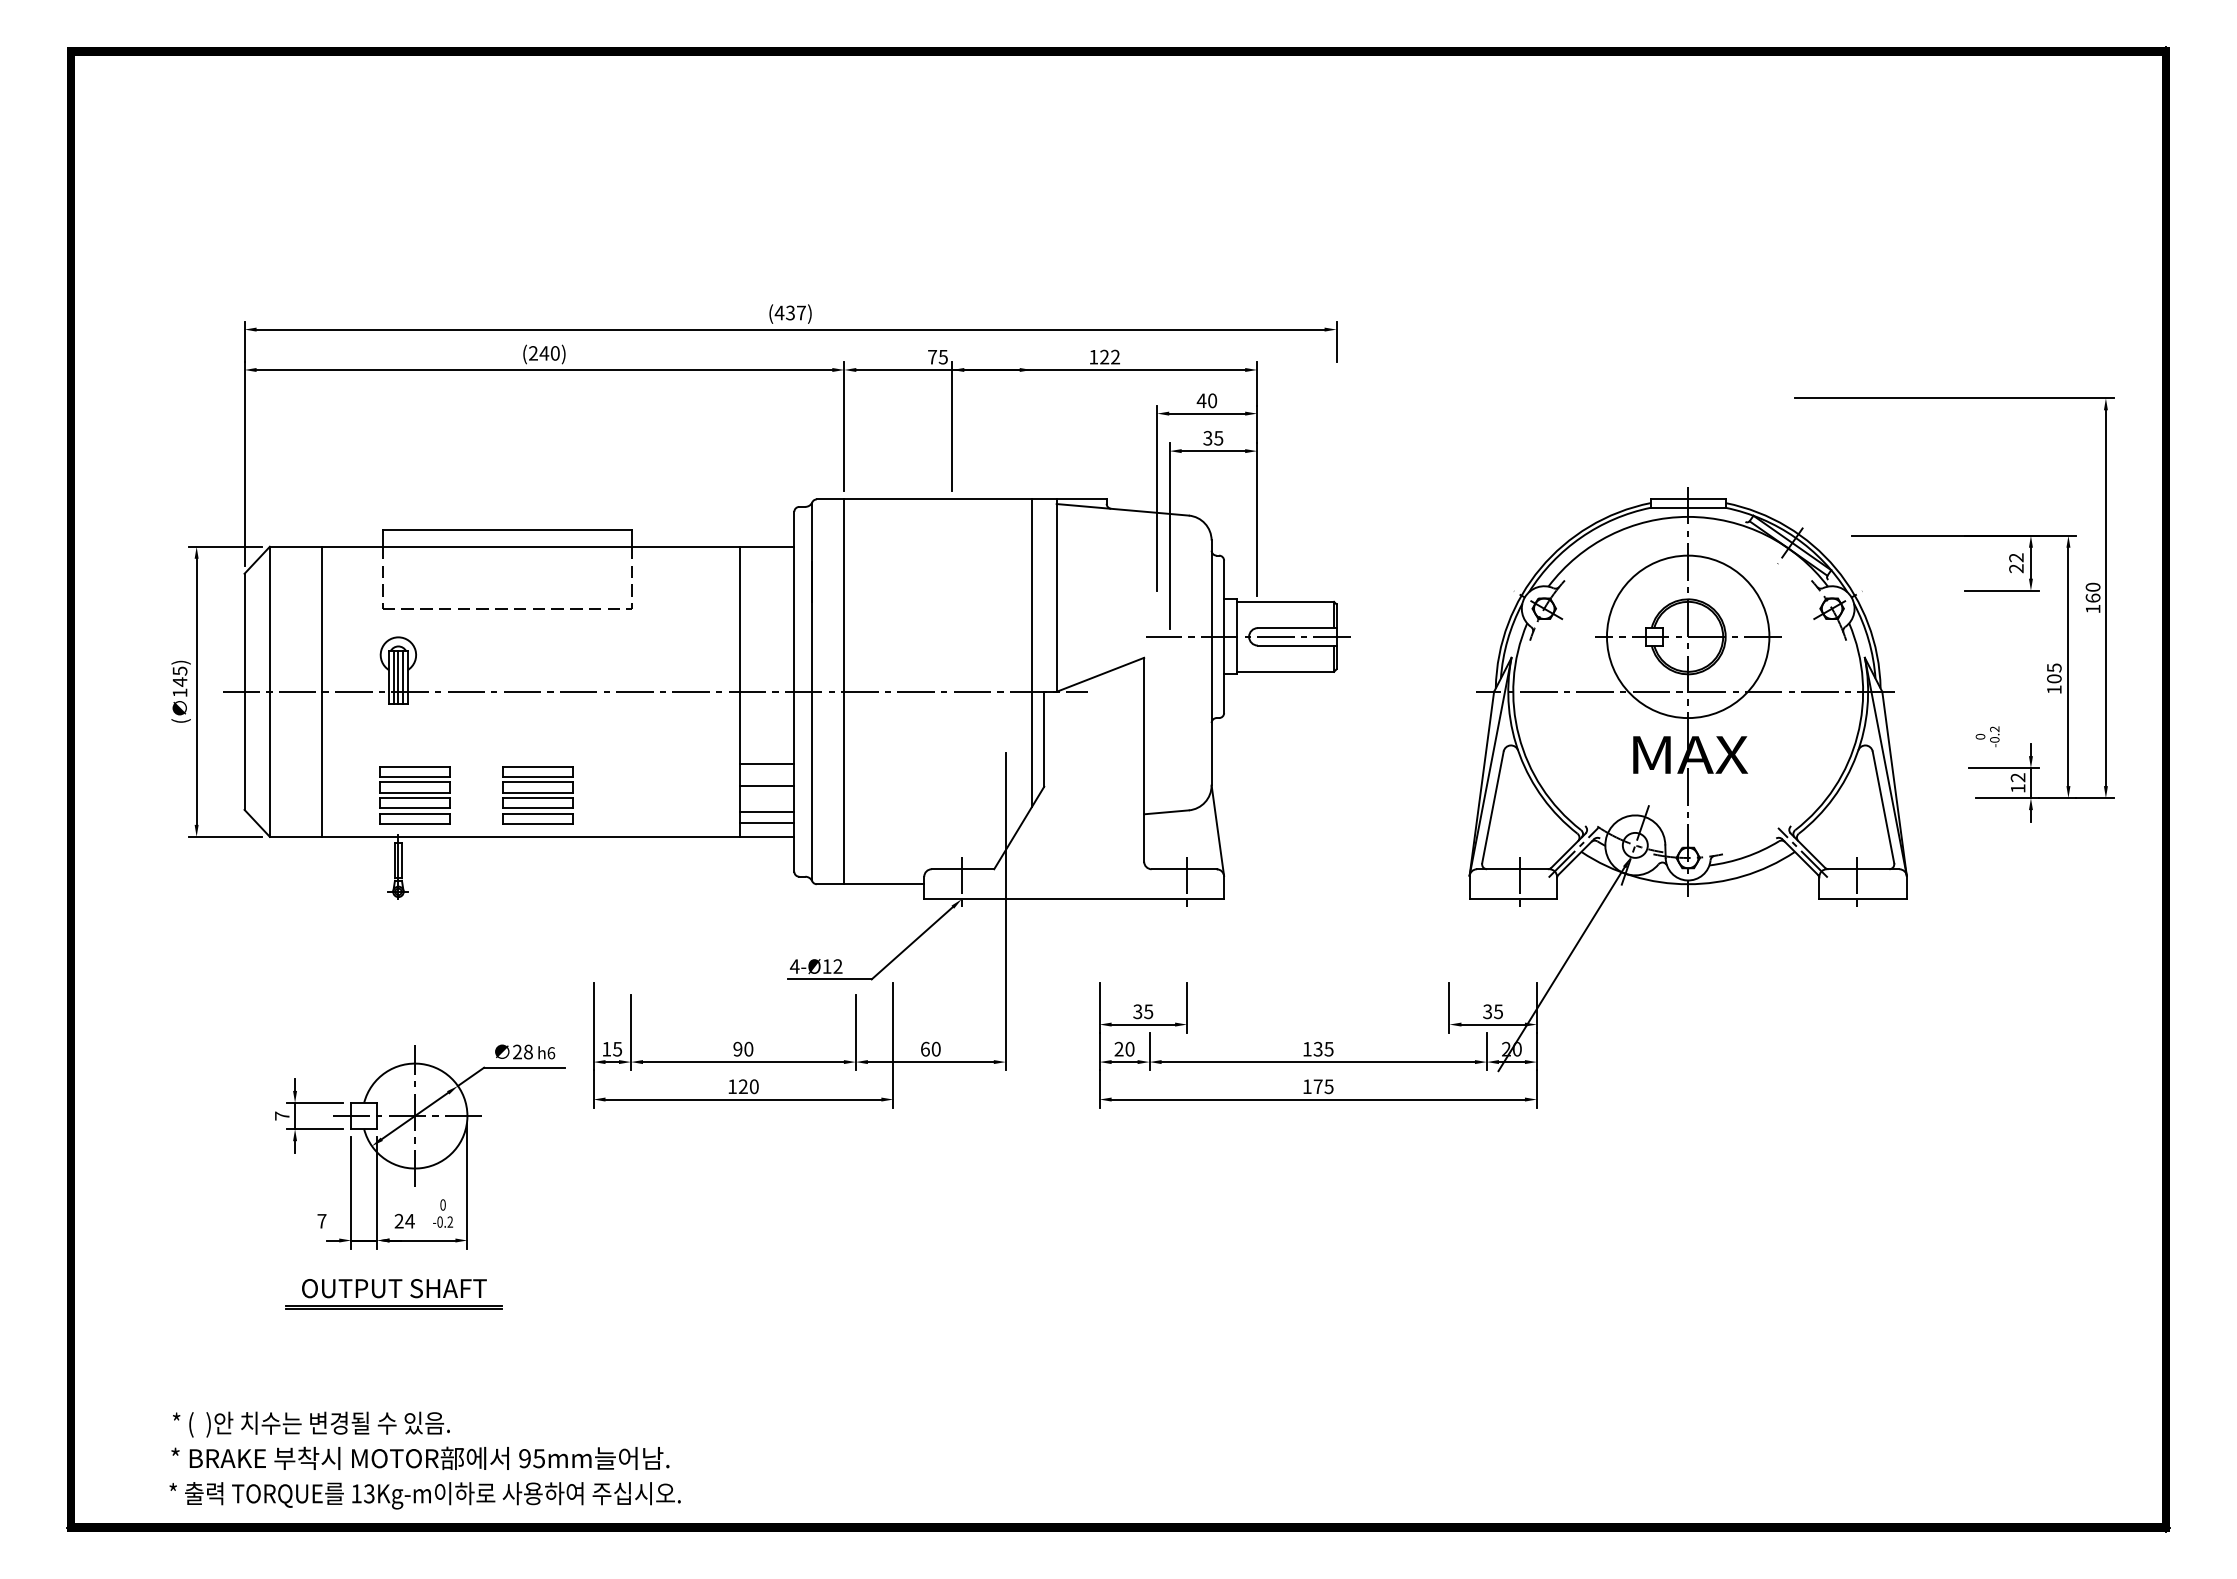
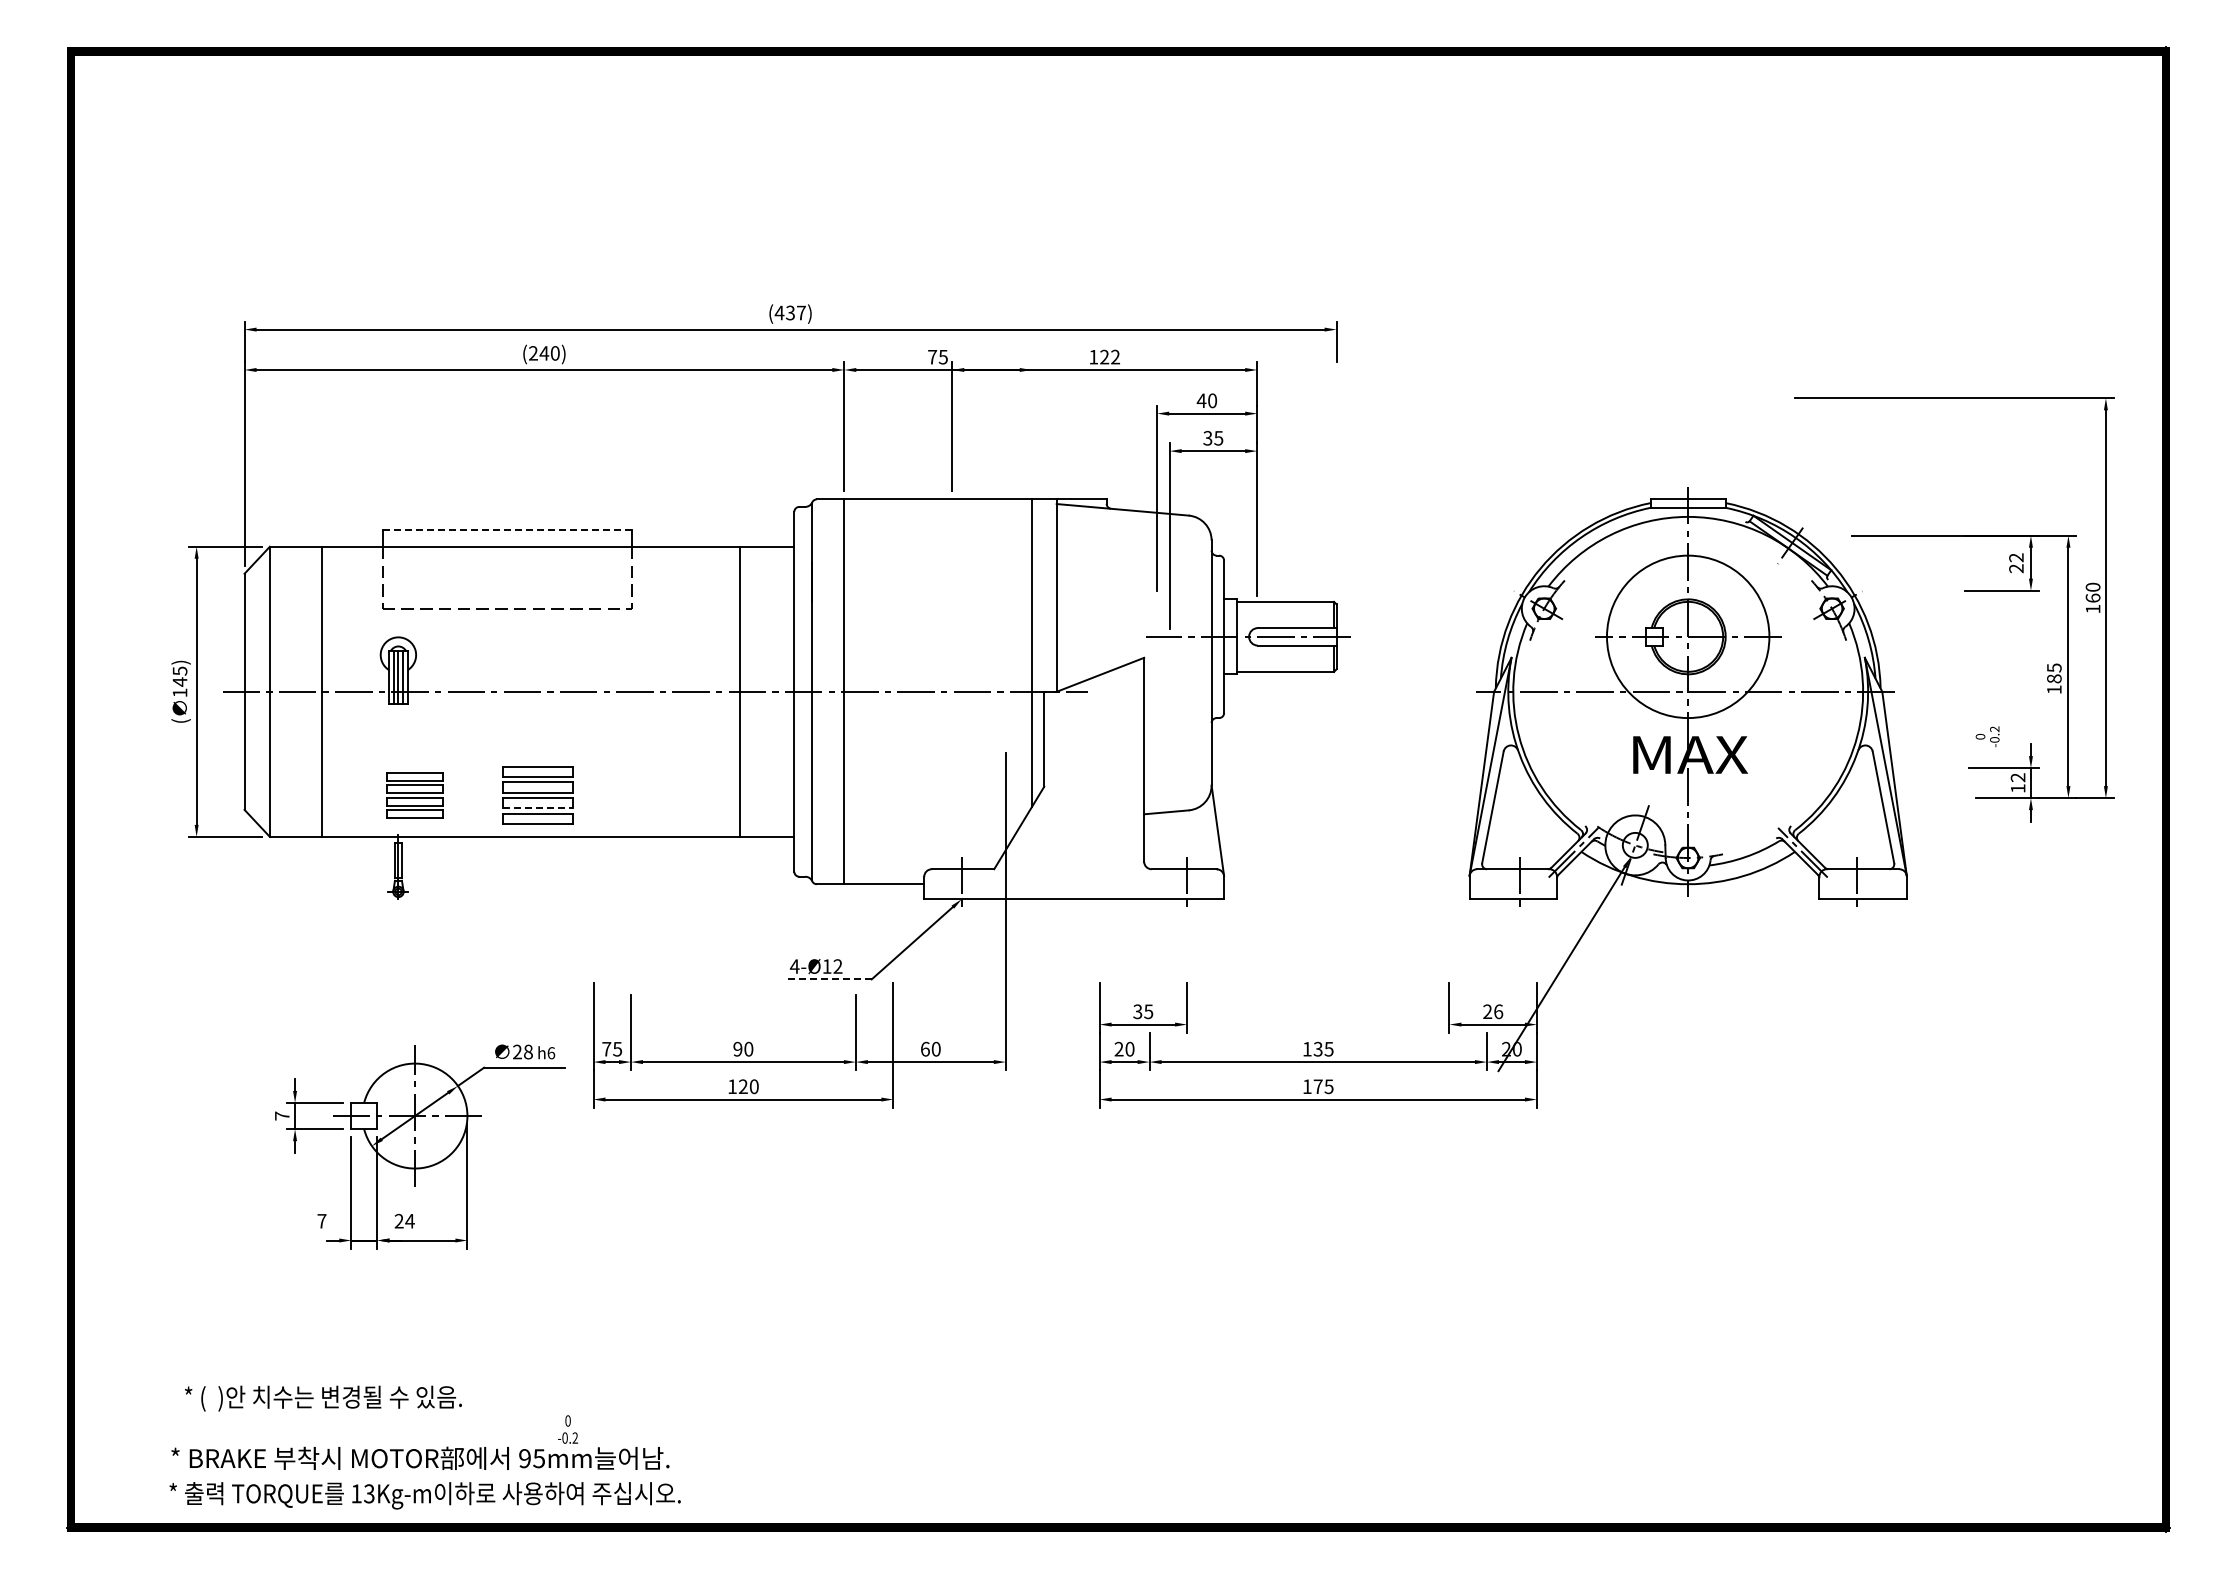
line at (507, 530): solid -> dashed
text at (2054, 678): 105 -> 185
line at (767, 764): present -> none
line at (767, 785): present -> none
part at (414, 795) size: 72x59 px -> 58x47 px
line at (538, 808): solid -> dashed
line at (767, 811): present -> none
line at (767, 822): present -> none
line at (829, 979): solid -> dashed
text at (1493, 1011): 35 -> 26
text at (606, 1049): 15 -> 75
text at (442, 1213) position: (442, 1213) -> (567, 1429)
part at (393, 1294): present -> none
text at (311, 1424) position: (311, 1424) -> (323, 1398)
